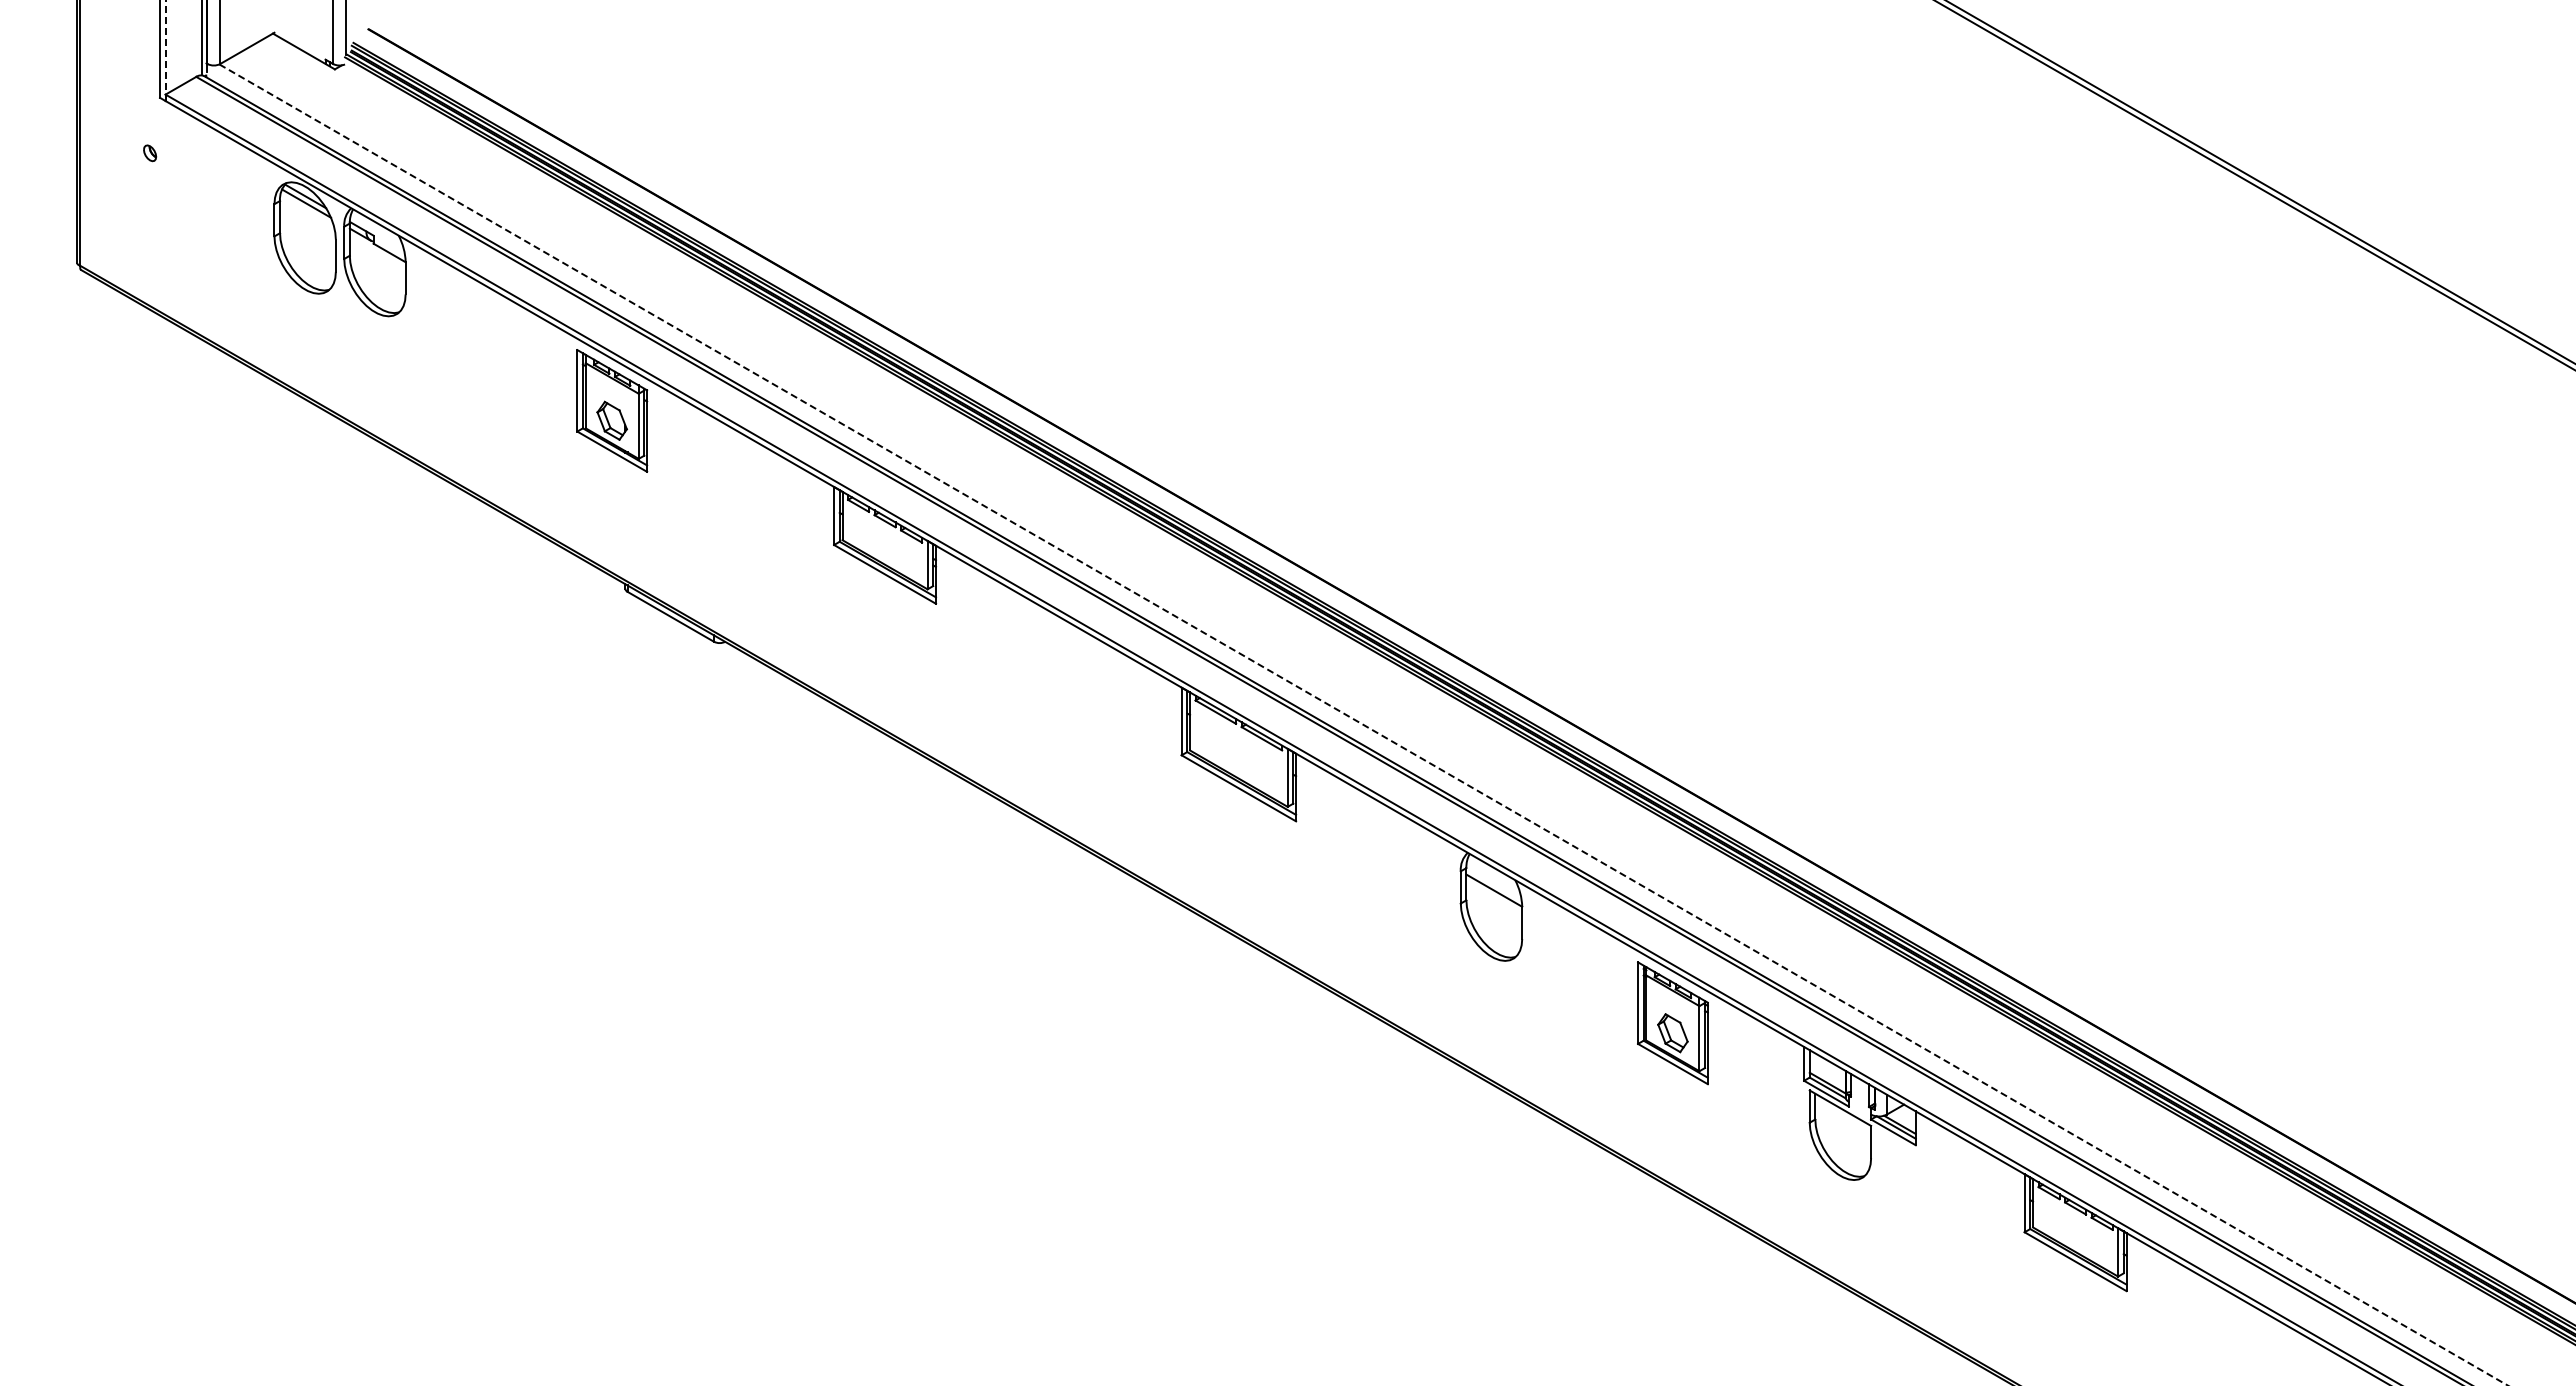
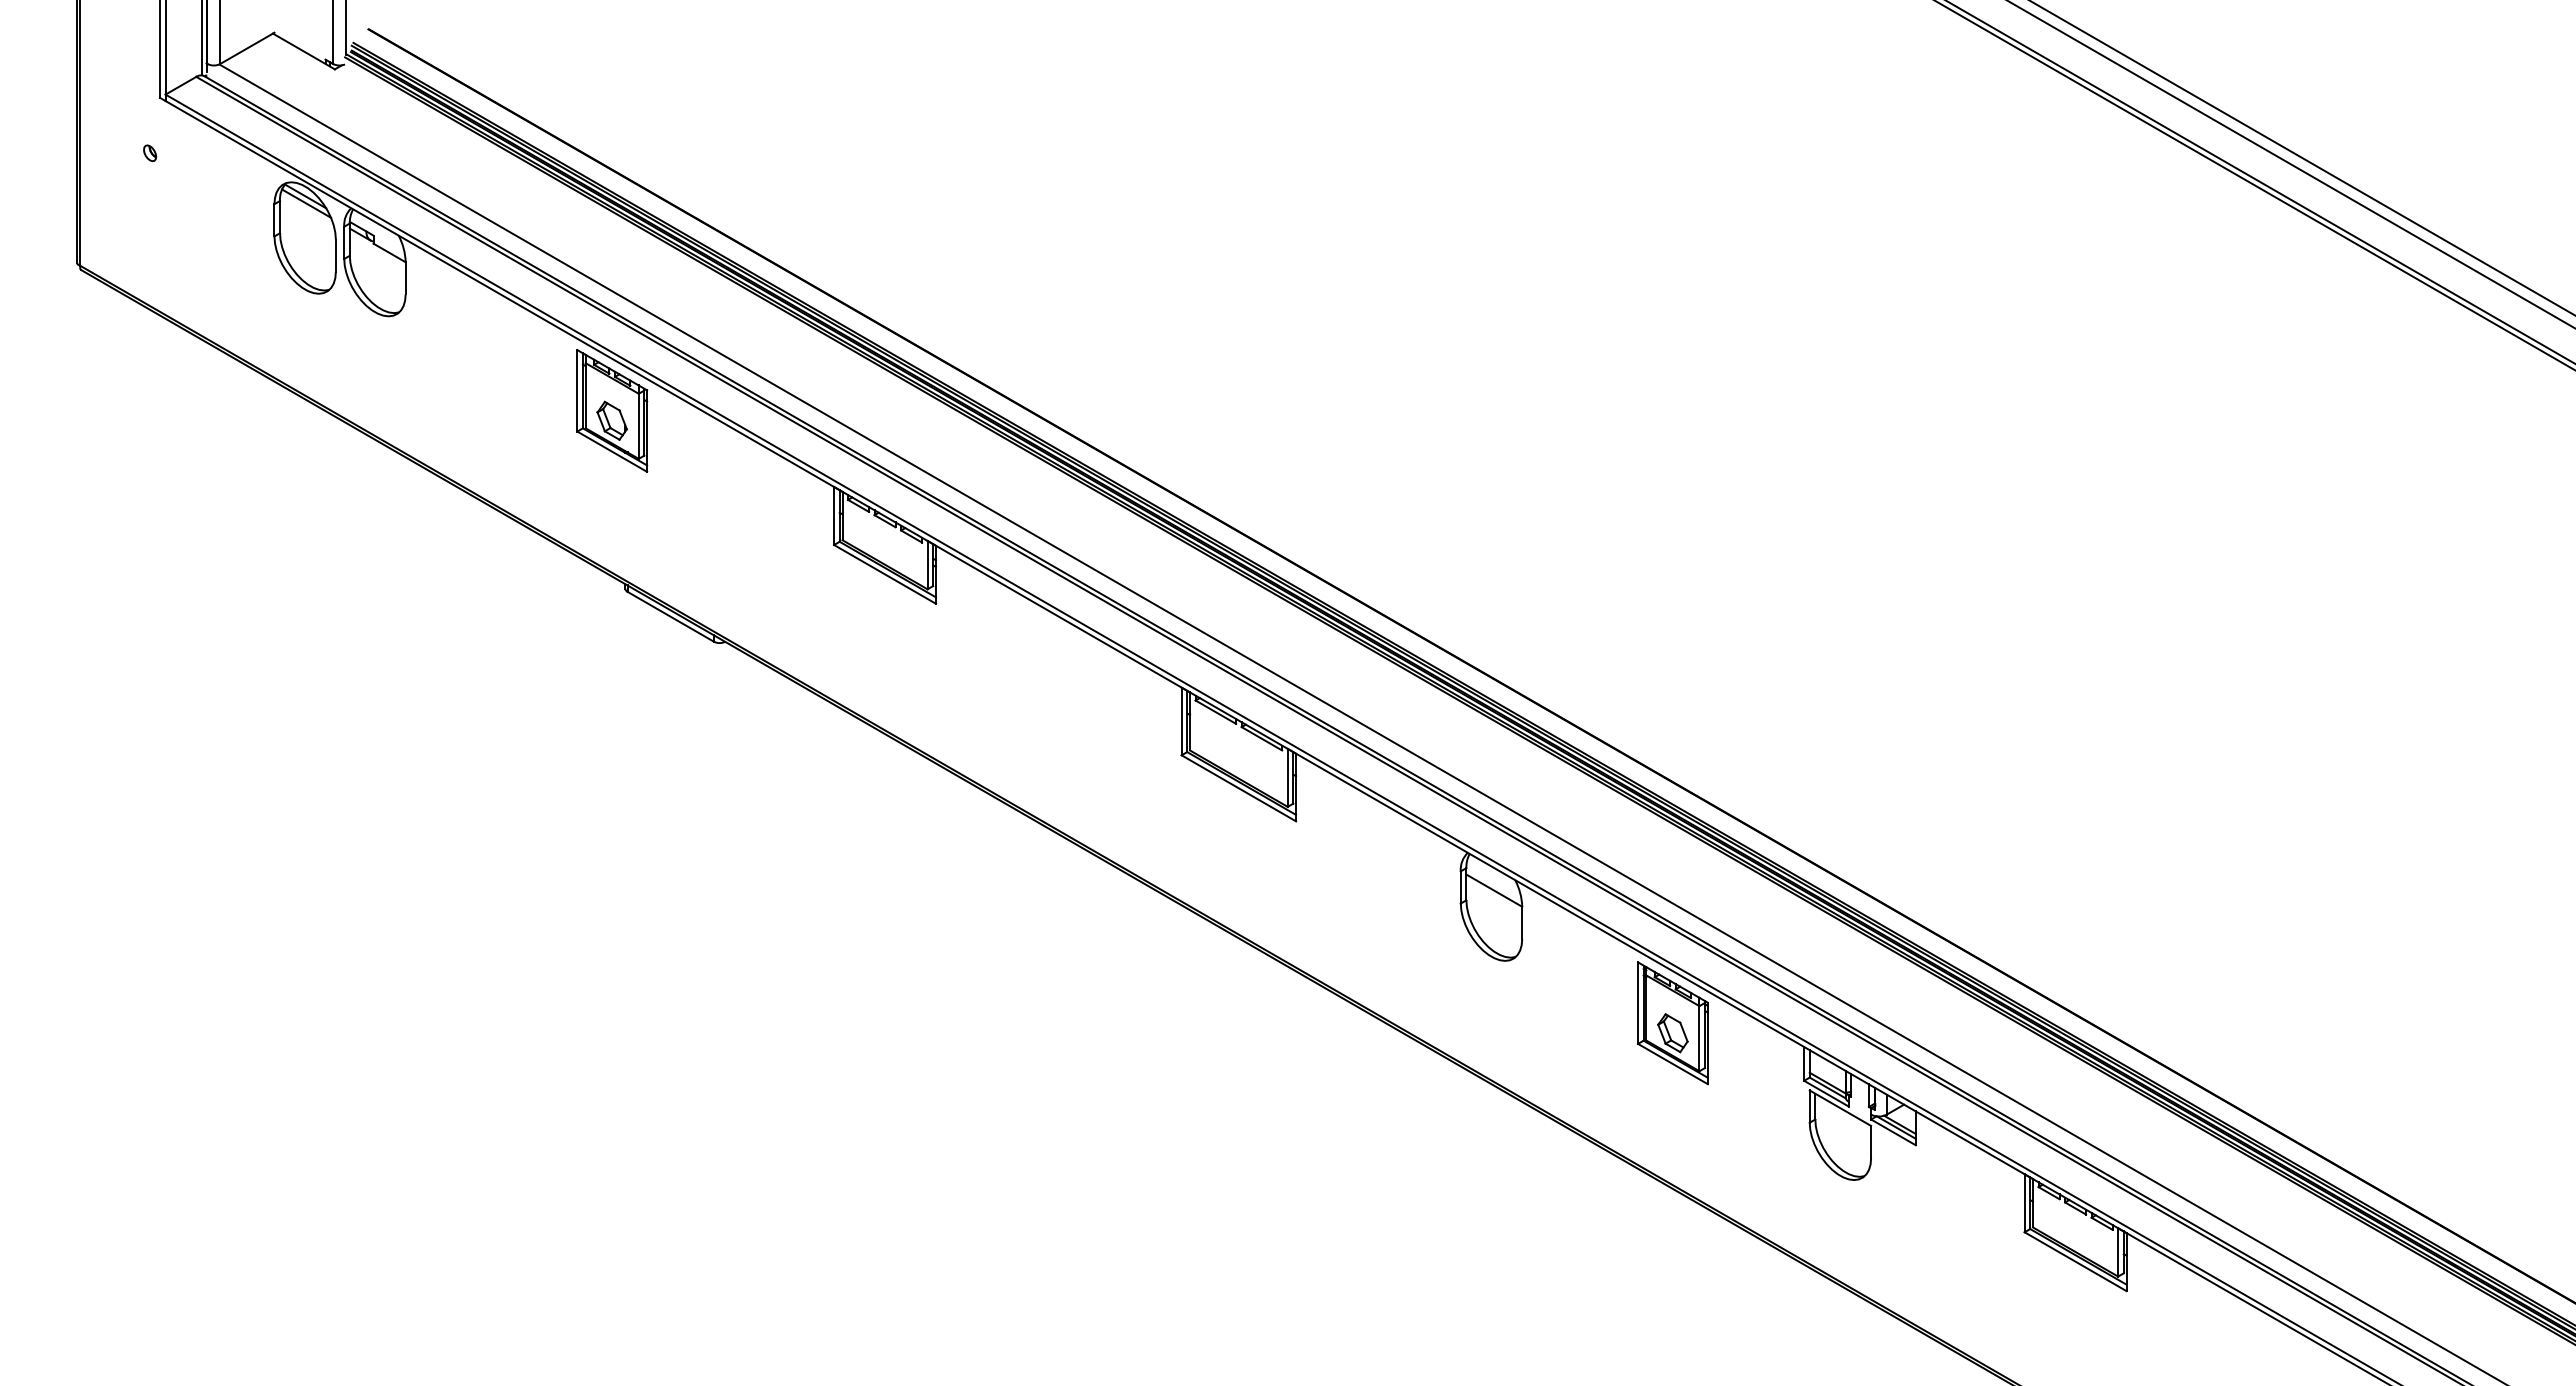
line at (165, 50): dashed -> solid
line at (2302, 158): none -> present
line at (2291, 164): none -> present
line at (1364, 725): dashed -> solid
